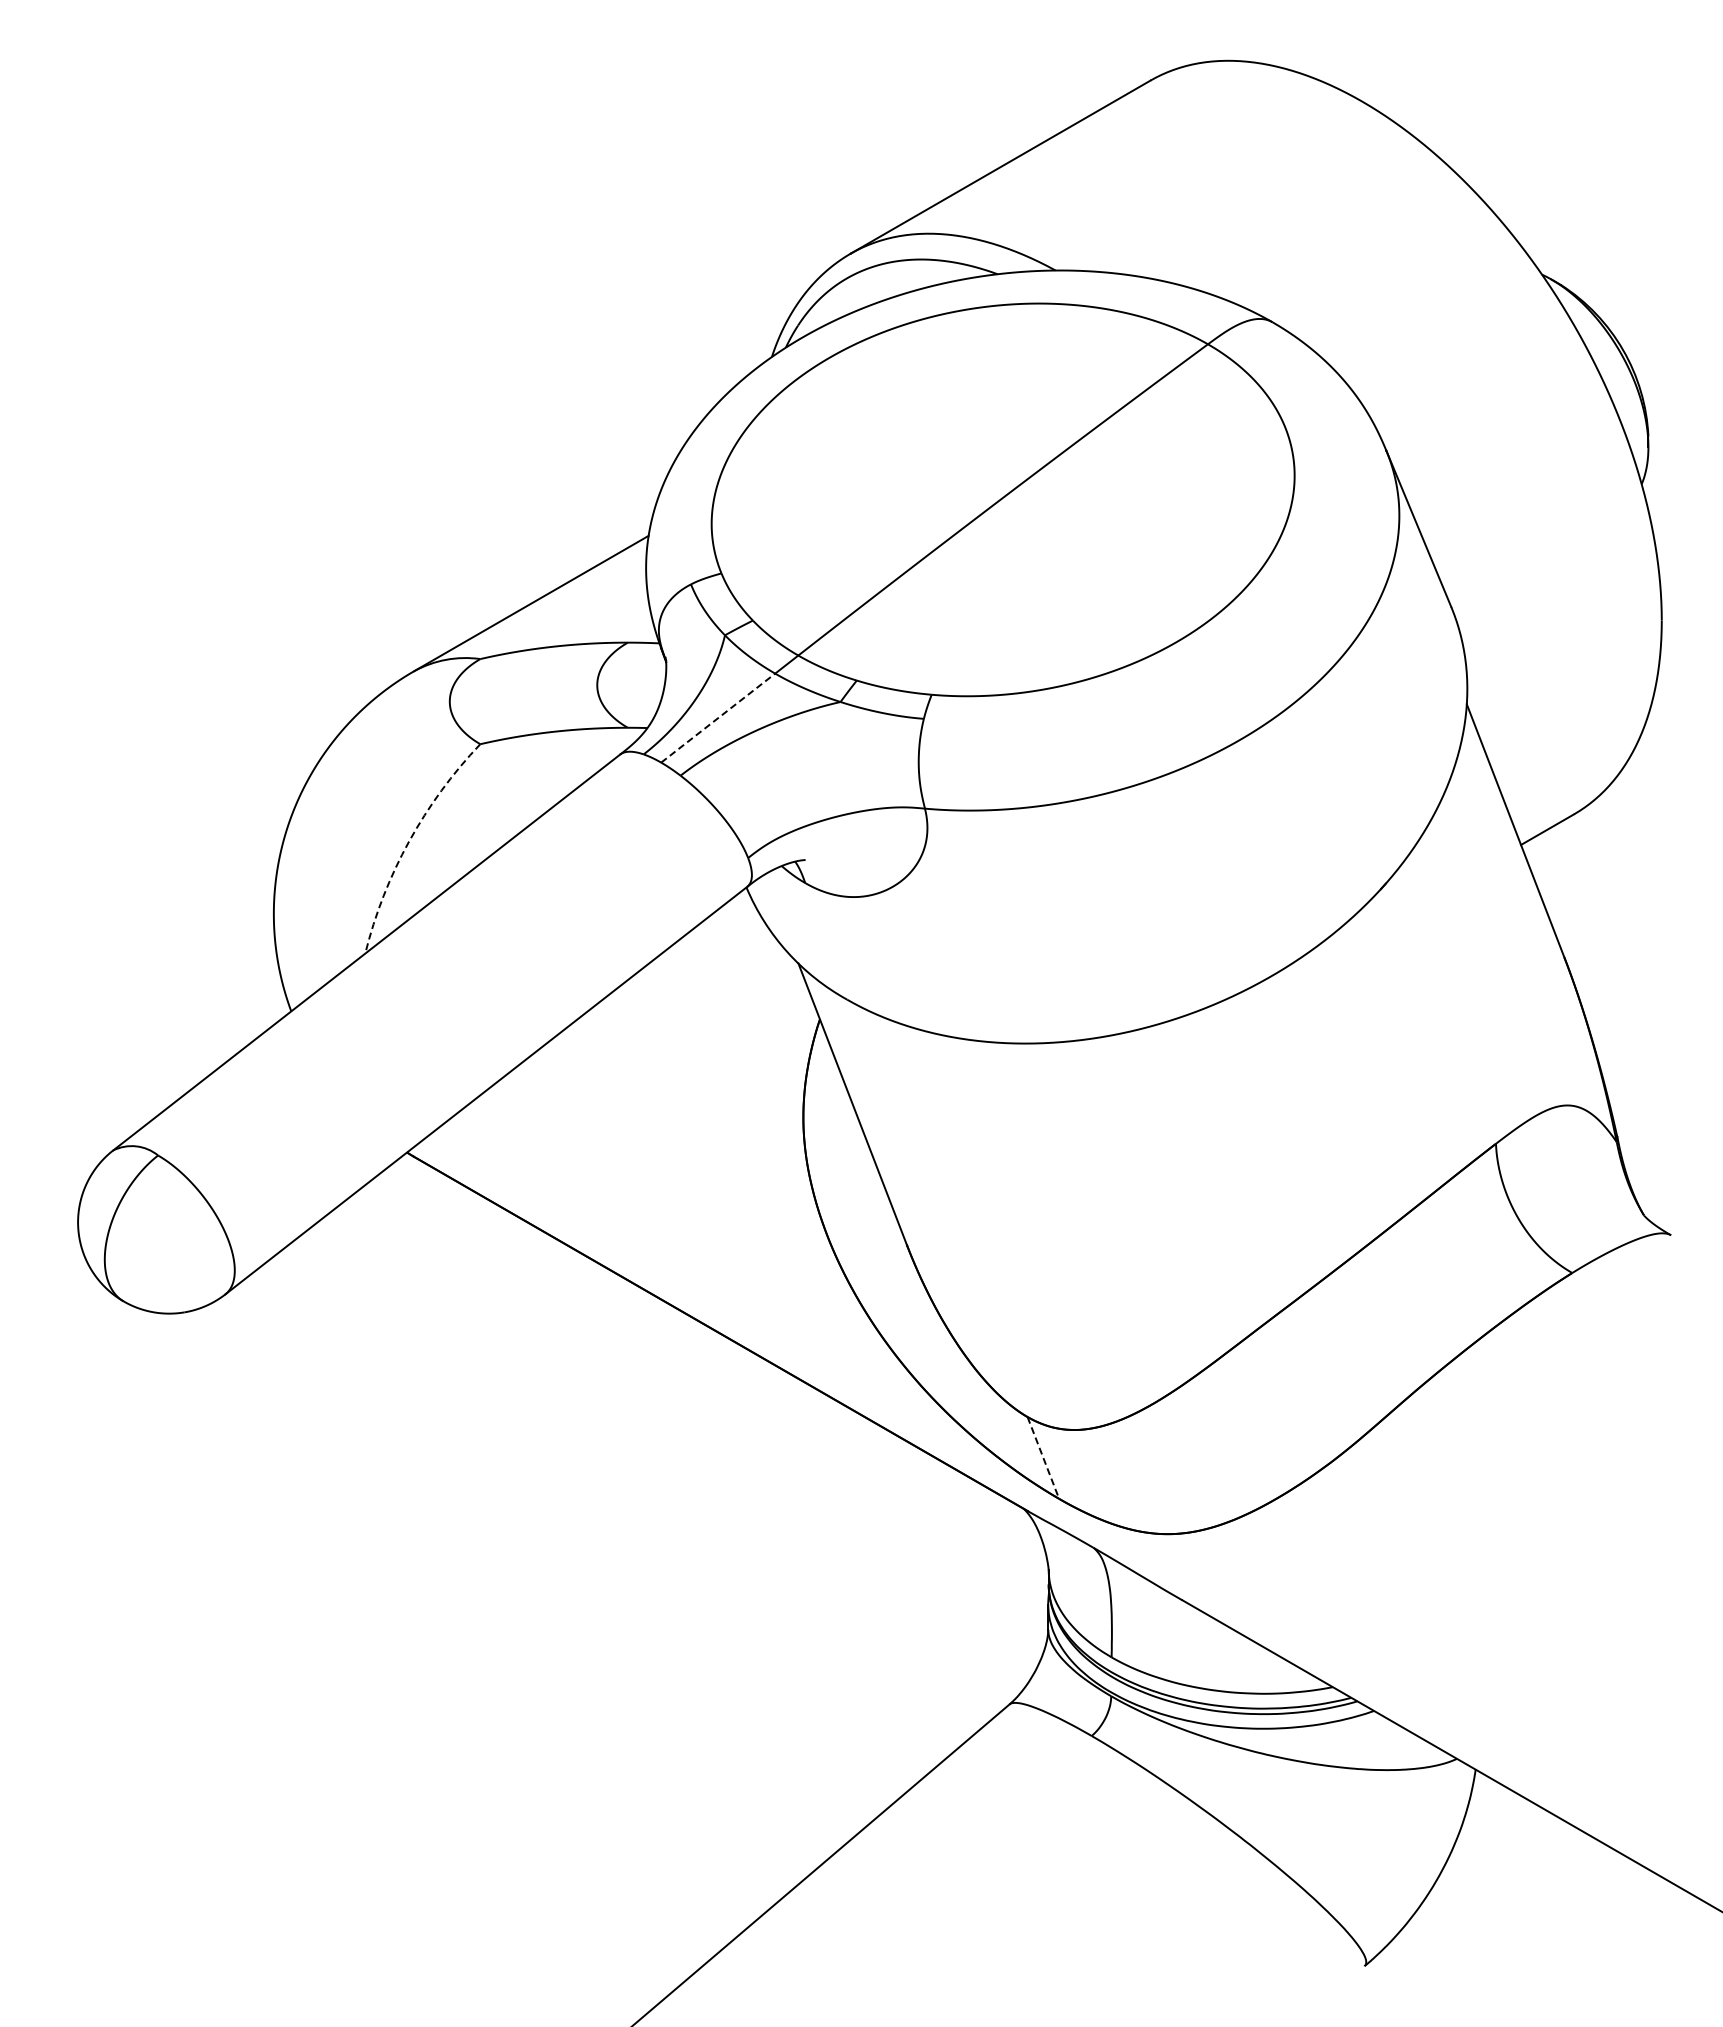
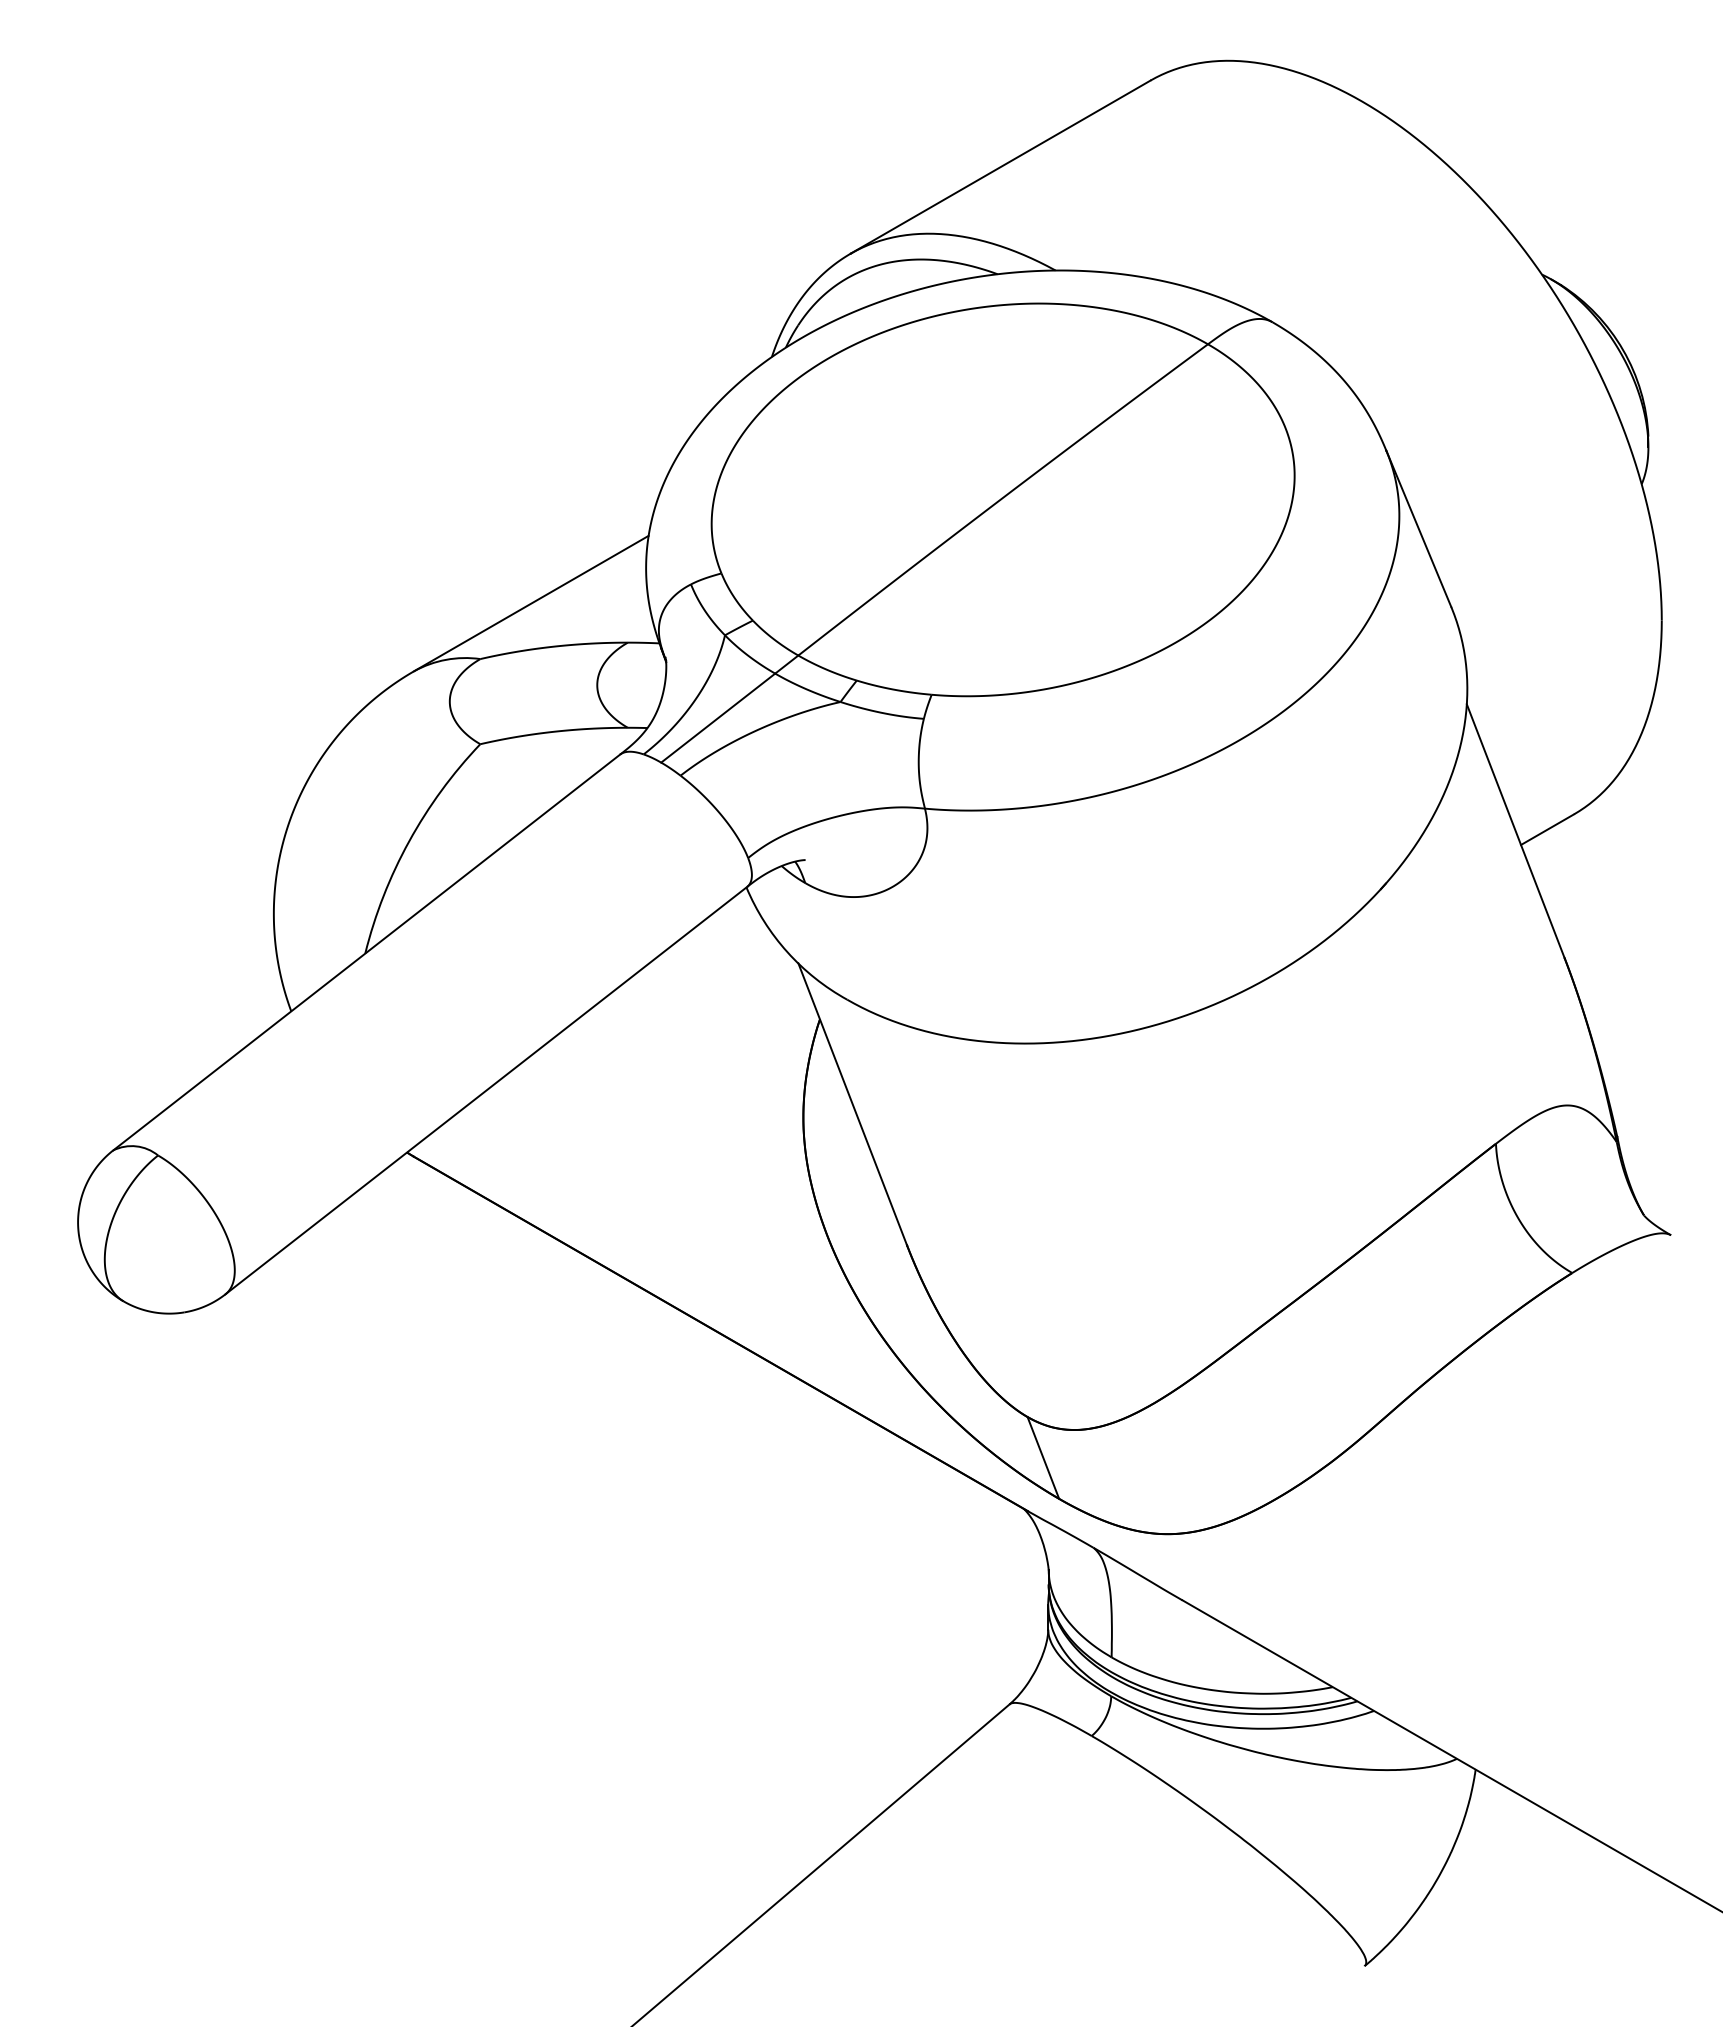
line at (718, 717): dashed -> solid
arc at (409, 841): dashed -> solid
line at (1043, 1457): dashed -> solid
